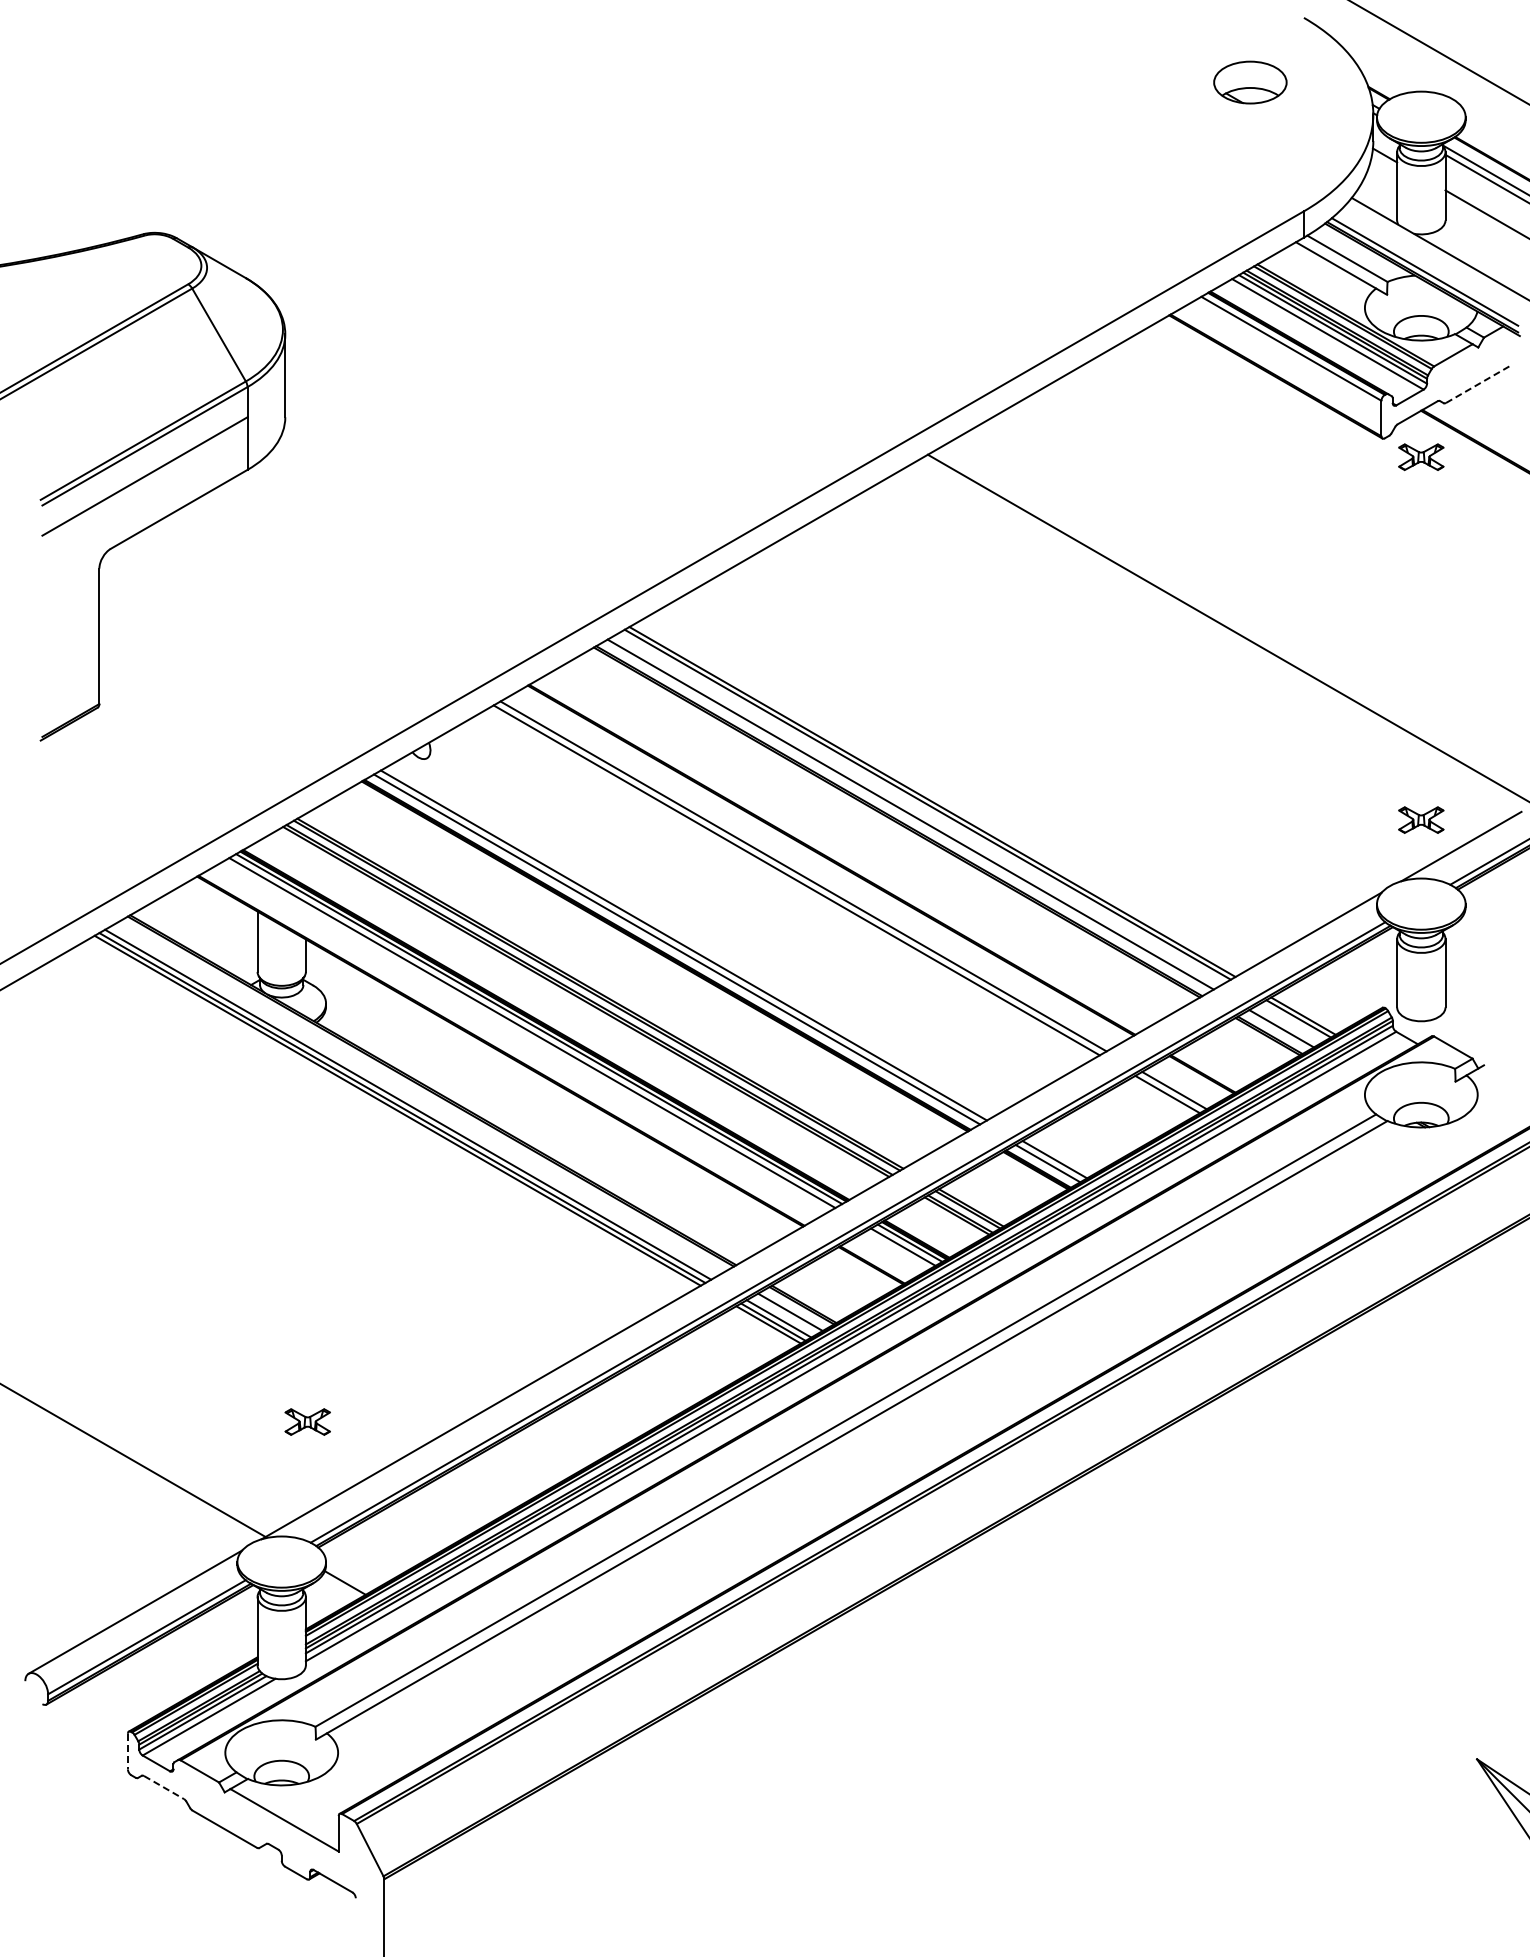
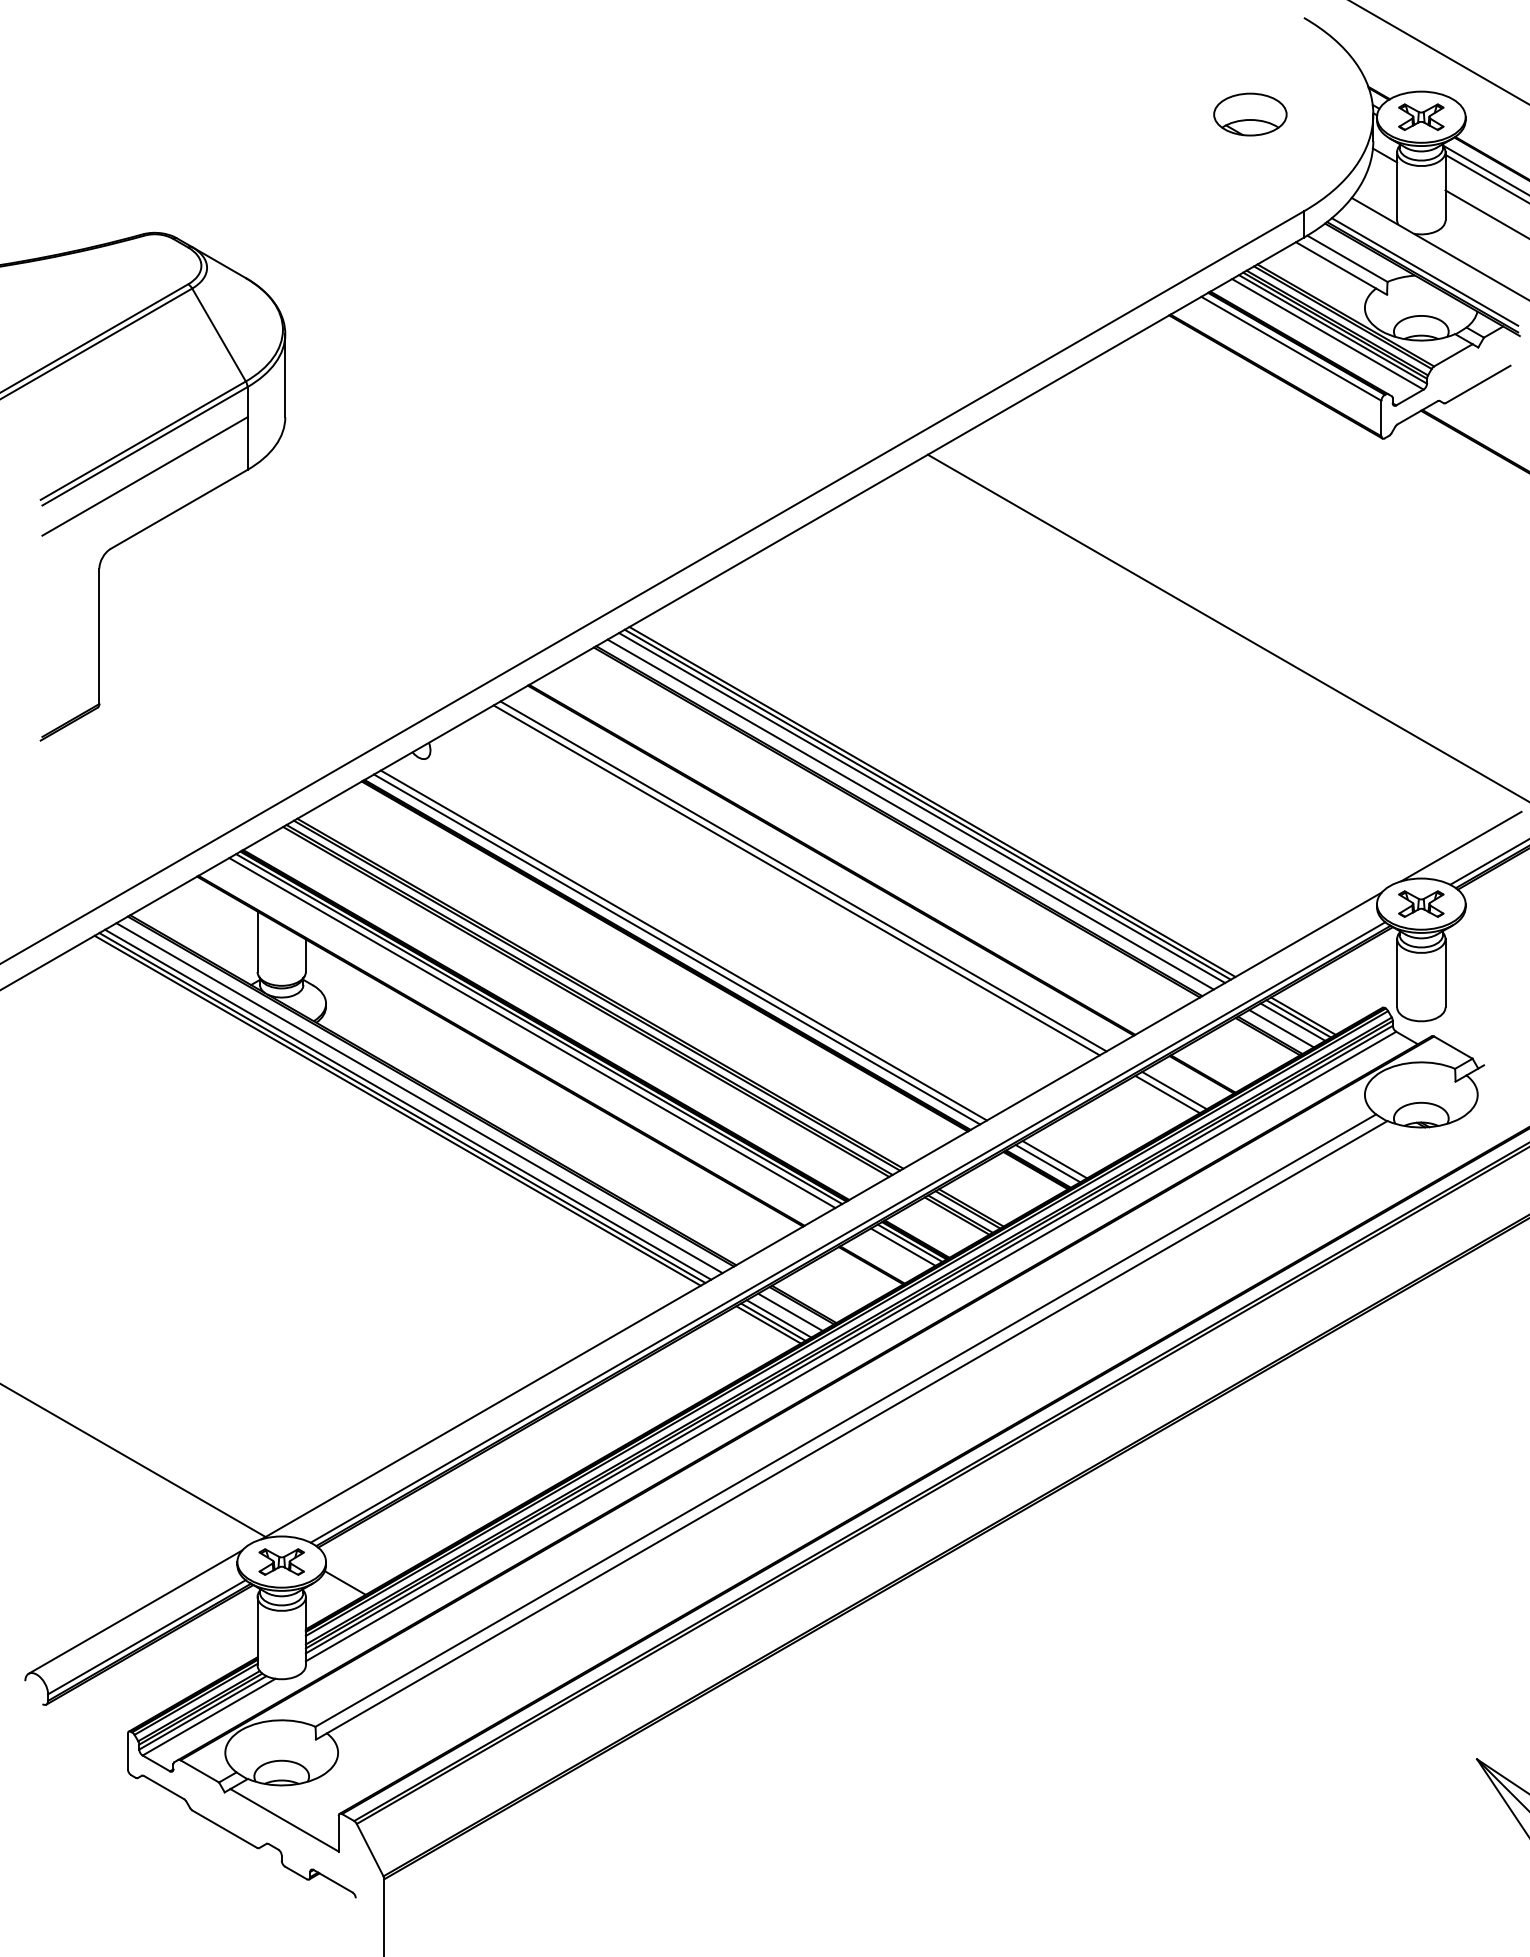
part at (1250, 82) position: (1250, 82) -> (1250, 114)
line at (1478, 384): dashed -> solid
part at (1421, 457) position: (1421, 457) -> (1421, 117)
line at (922, 807): none -> present
part at (1421, 819) position: (1421, 819) -> (1421, 903)
line at (1292, 1021): none -> present
line at (419, 1098): none -> present
part at (307, 1421) position: (307, 1421) -> (281, 1561)
line at (127, 1751): dashed -> solid
line at (164, 1787): dashed -> solid
